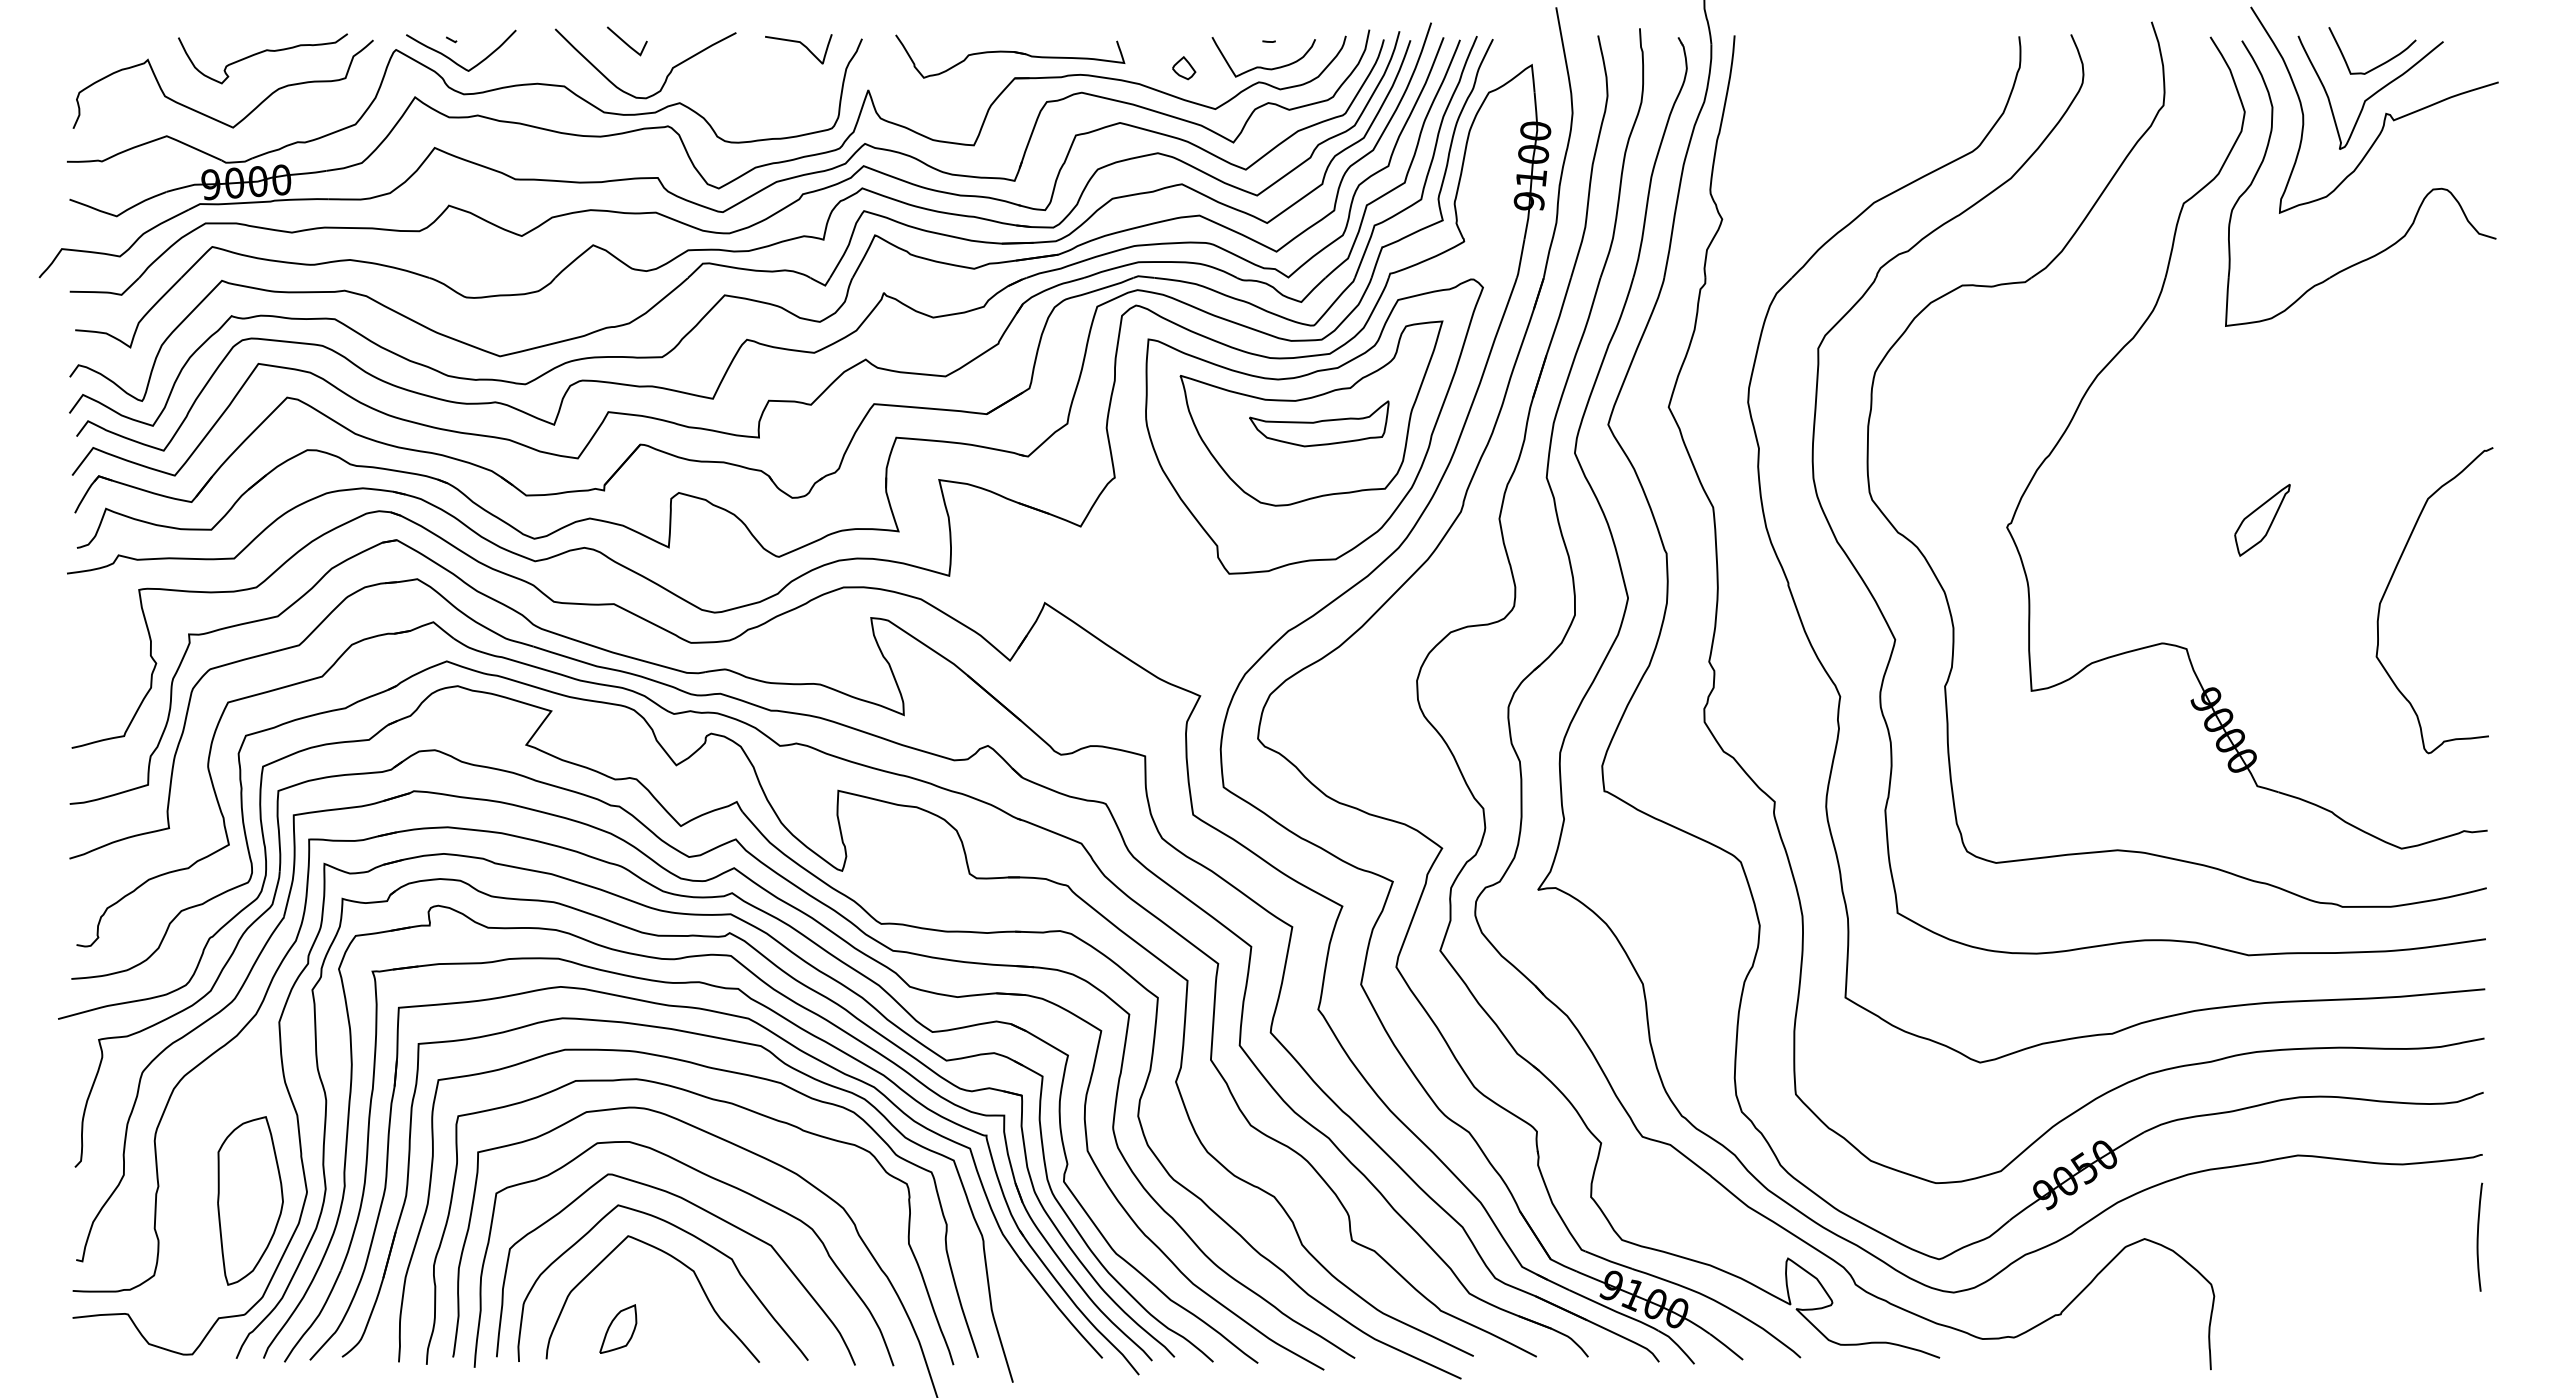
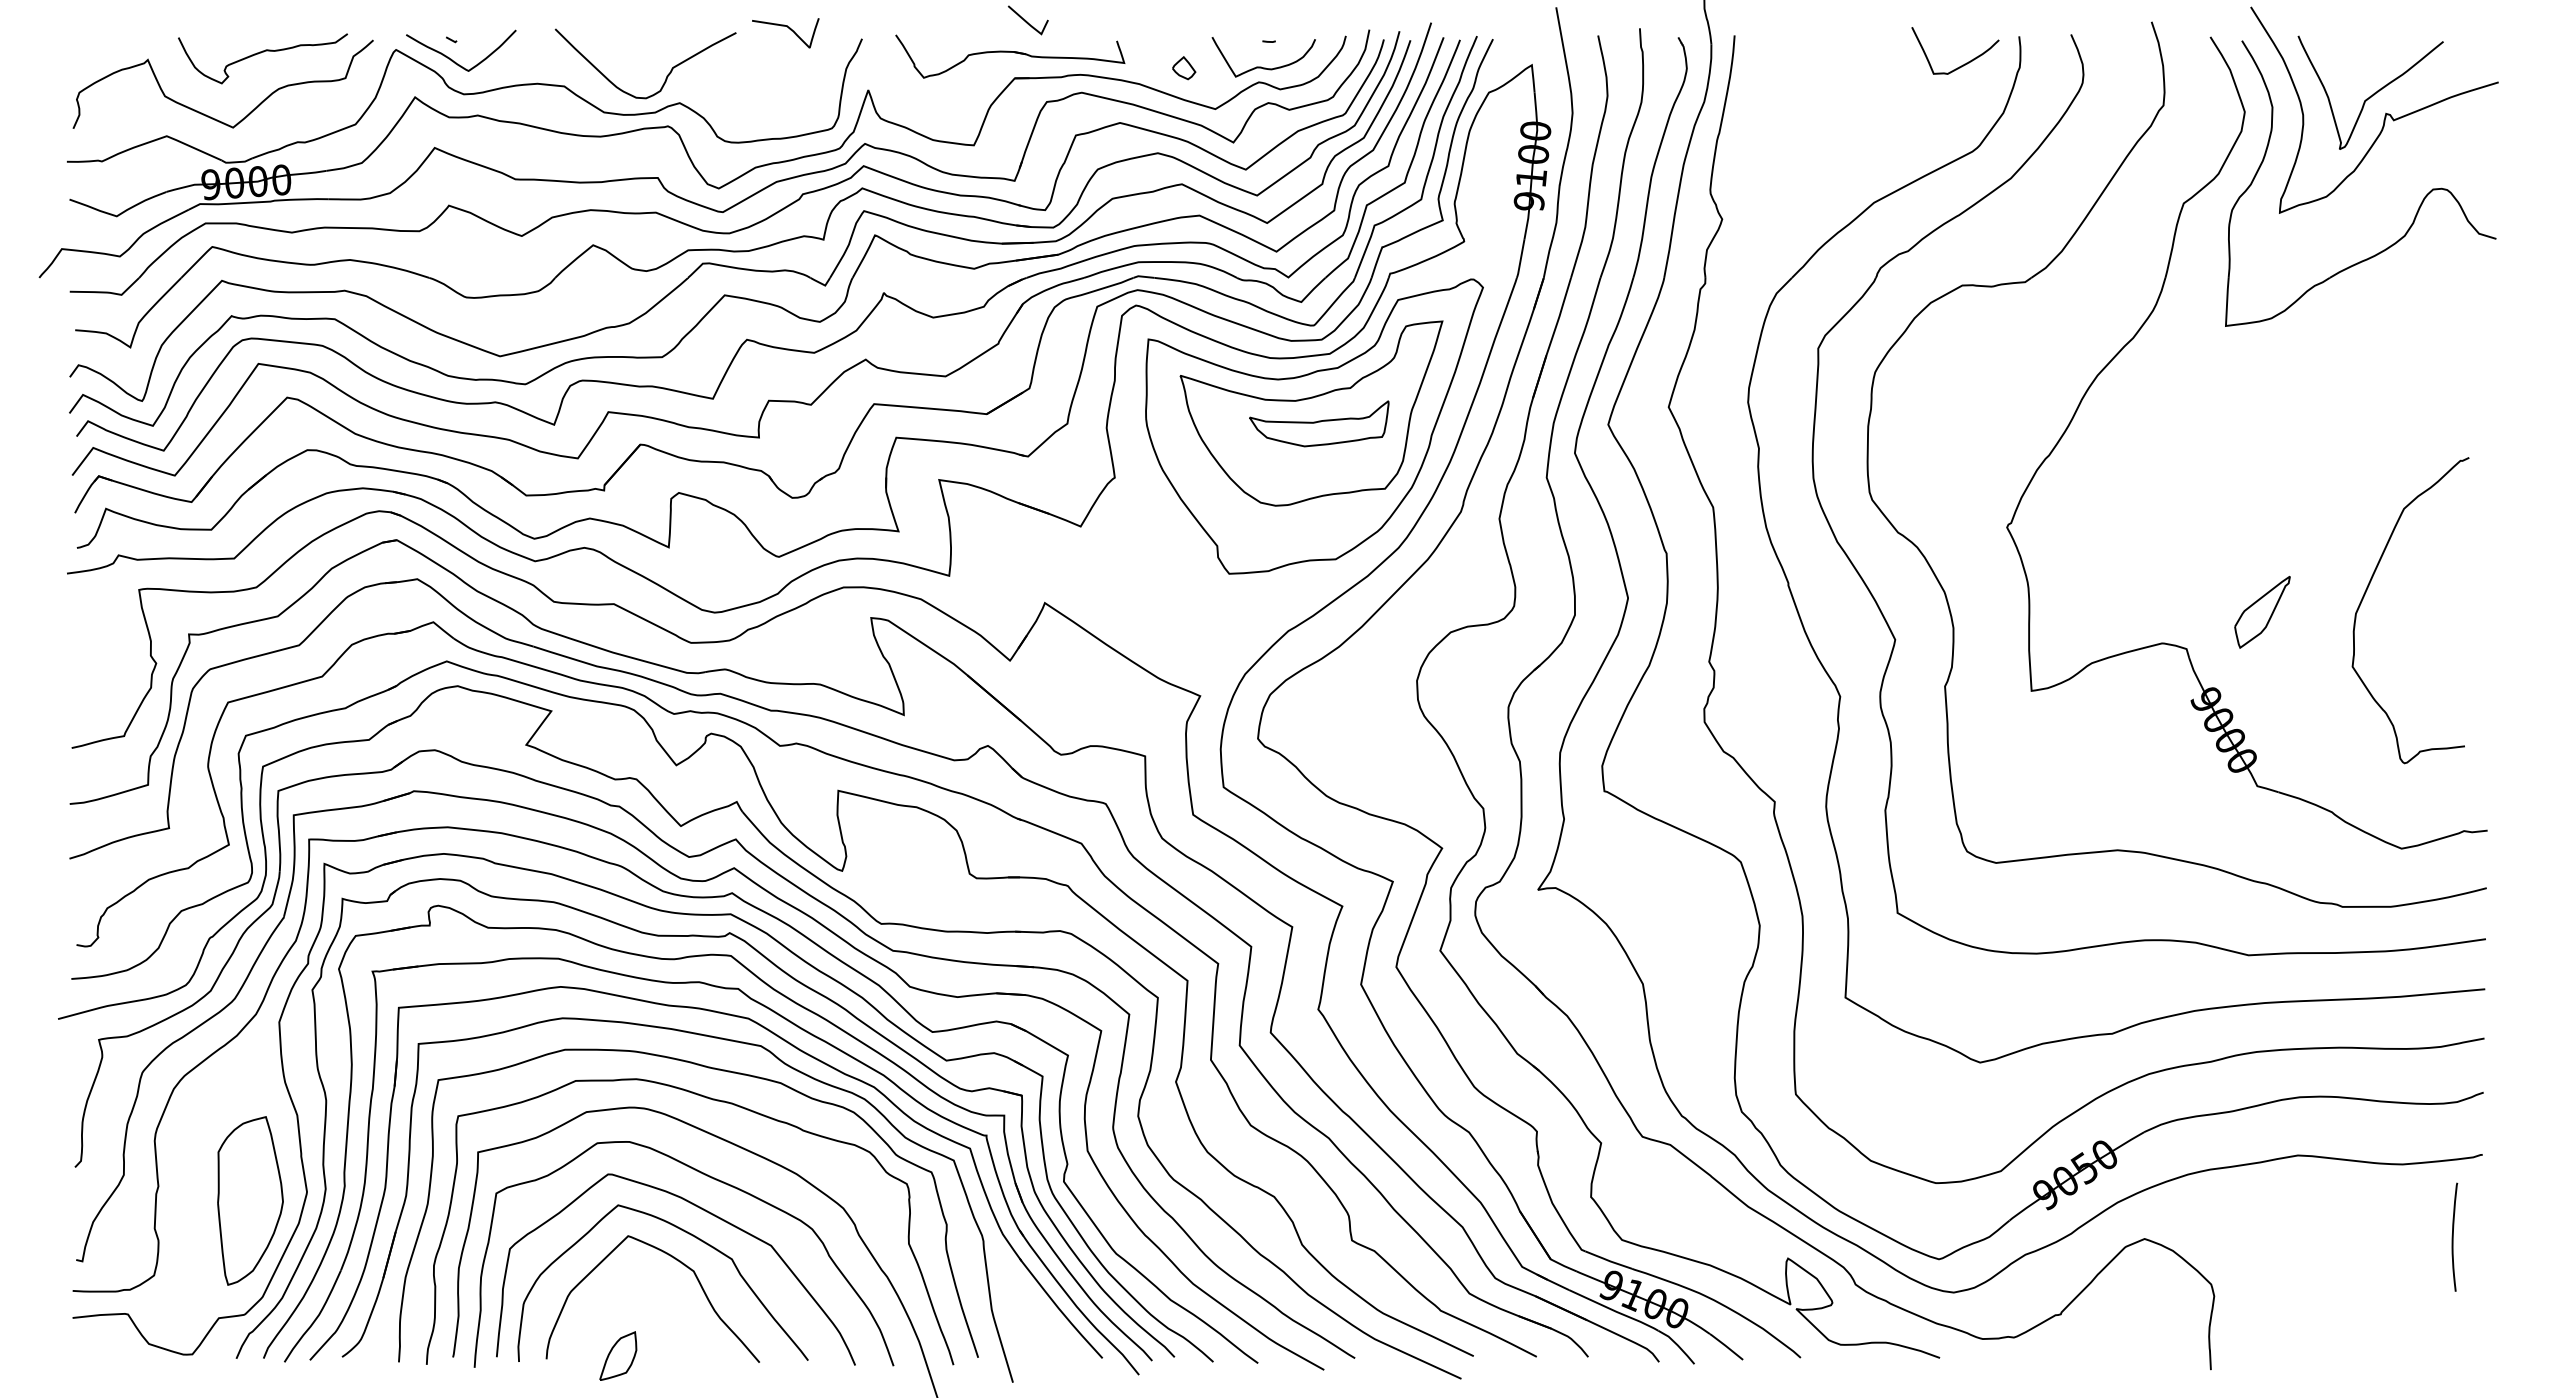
curve at (625, 41) position: (625, 41) -> (1026, 20)
curve at (802, 45) position: (802, 45) -> (789, 29)
curve at (2379, 64) position: (2379, 64) -> (1962, 64)
part at (2262, 519) position: (2262, 519) -> (2262, 611)
curve at (2392, 578) position: (2392, 578) -> (2368, 588)
curve at (2478, 1236) position: (2478, 1236) -> (2453, 1236)
part at (618, 1328) position: (618, 1328) -> (618, 1355)
